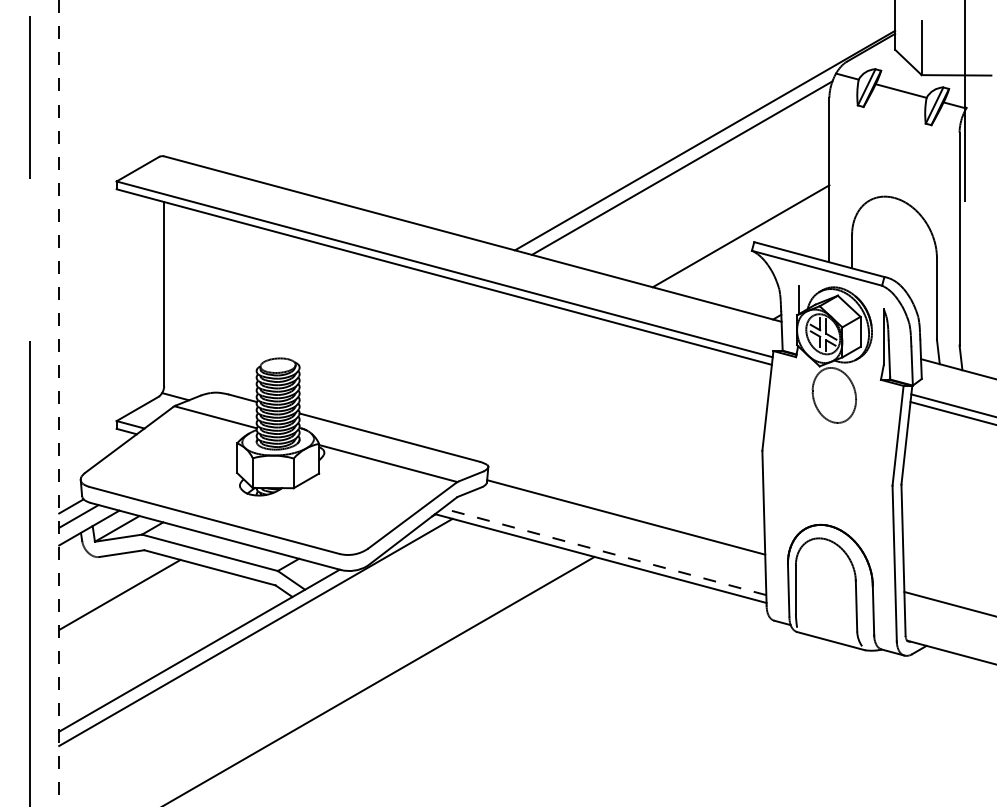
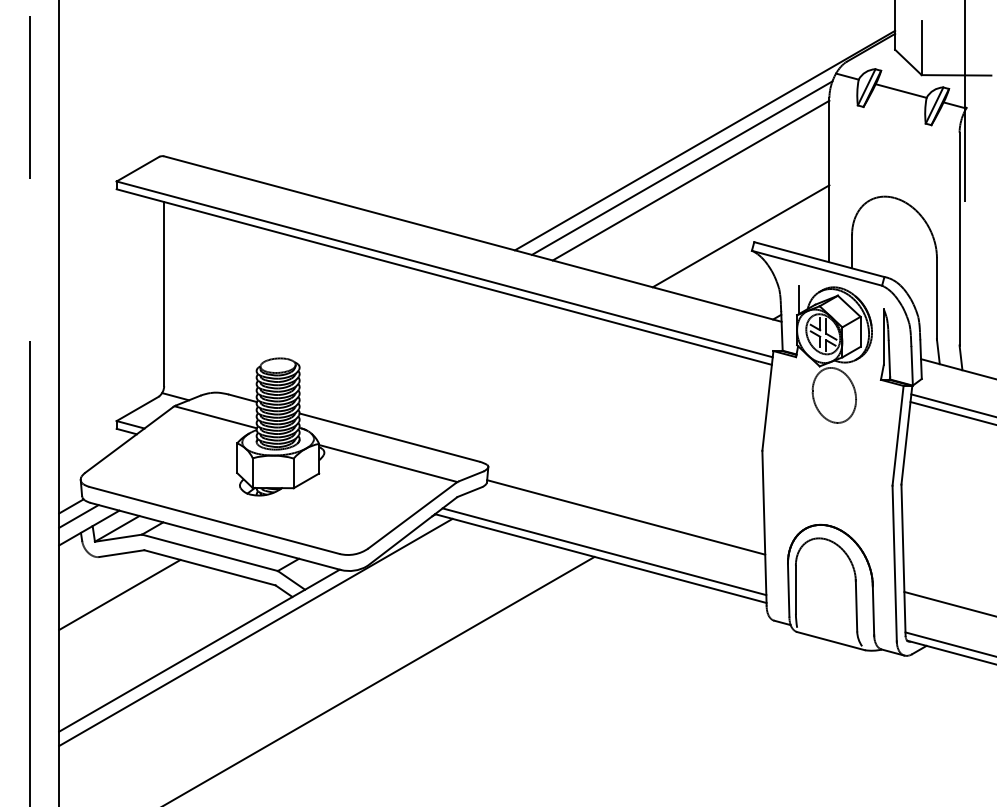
line at (690, 180): none -> present
line at (59, 402): dashed -> solid
line at (604, 551): dashed -> solid
line at (949, 643): none -> present
